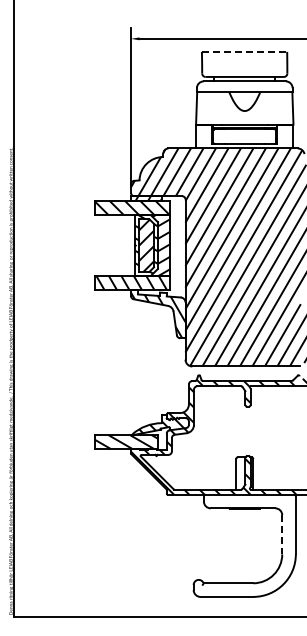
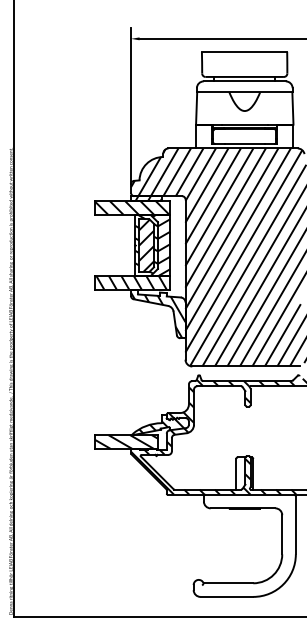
line at (244, 51): dashed -> solid
line at (282, 534): dashed -> solid
